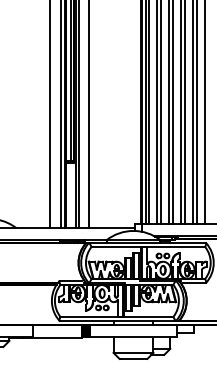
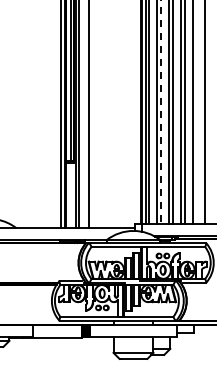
line at (161, 112): solid -> dashed
line at (197, 112): present -> none
line at (49, 114): present -> none
